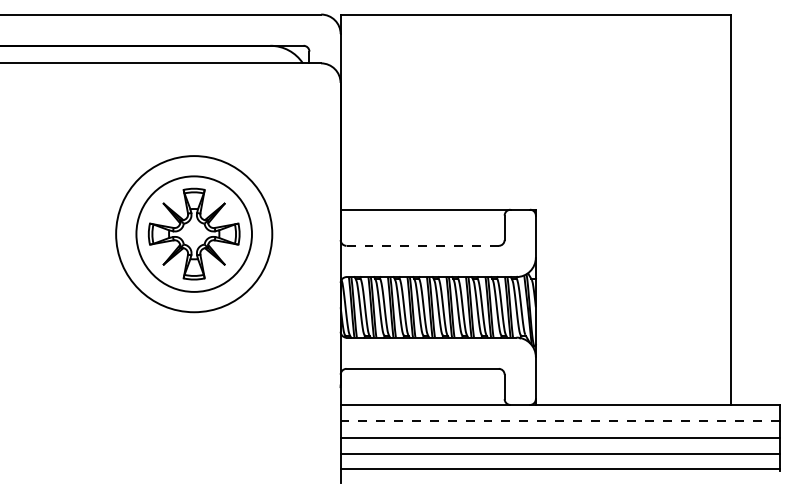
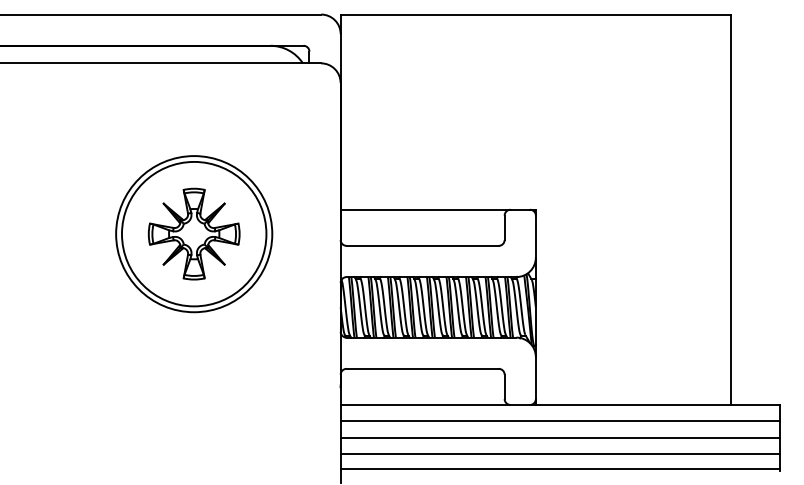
circle at (193, 233) diameter: 116 px -> 144 px
line at (423, 245): dashed -> solid
line at (560, 420): dashed -> solid
